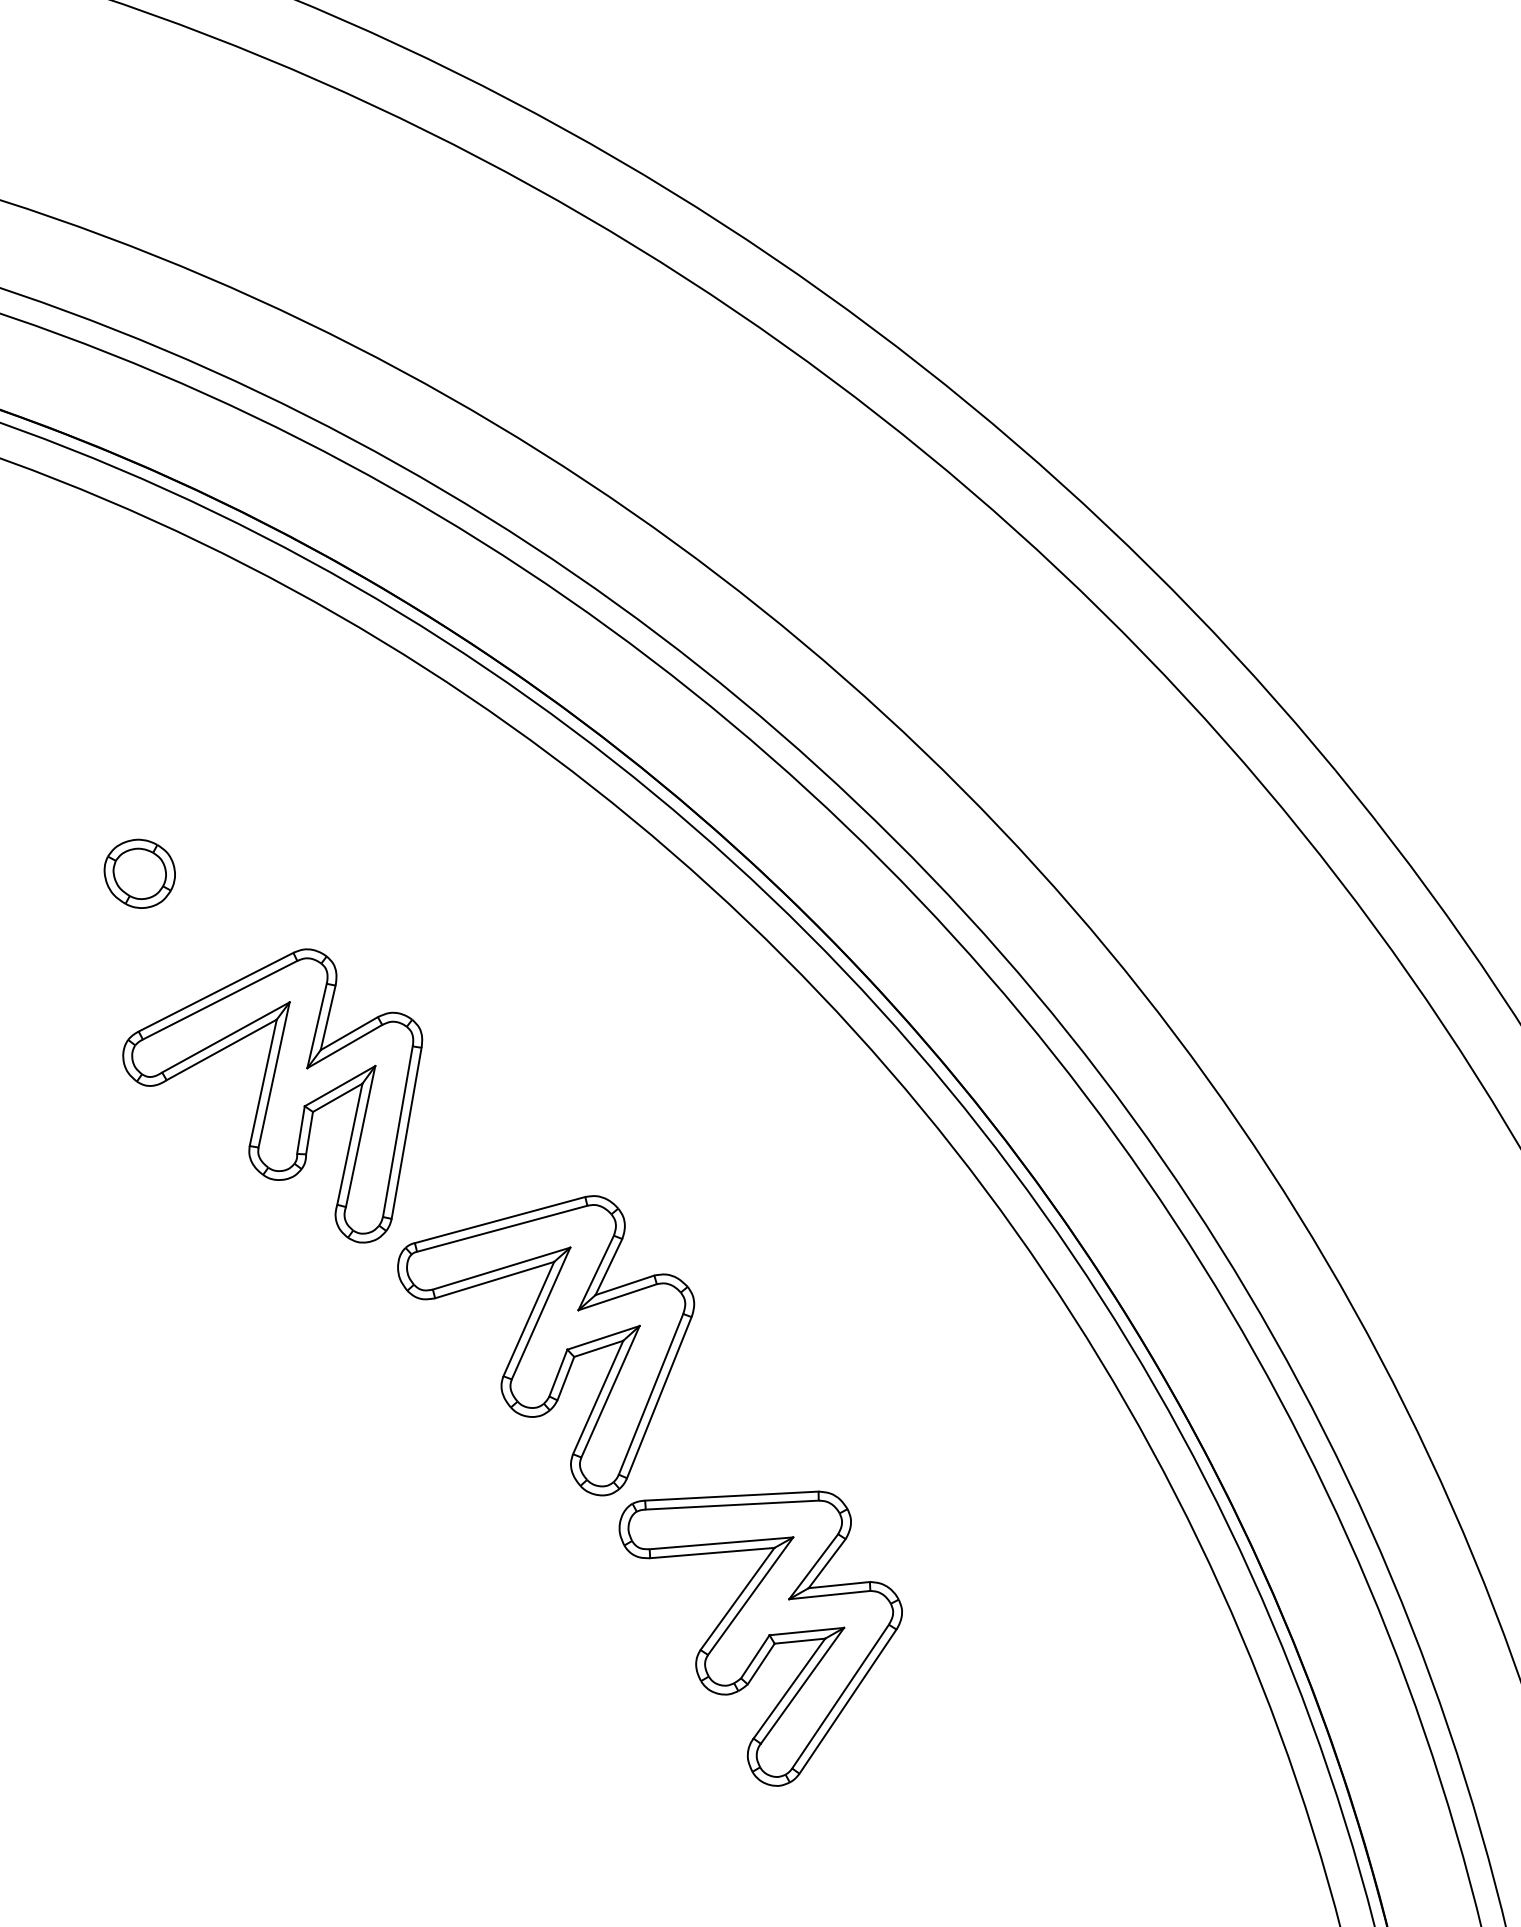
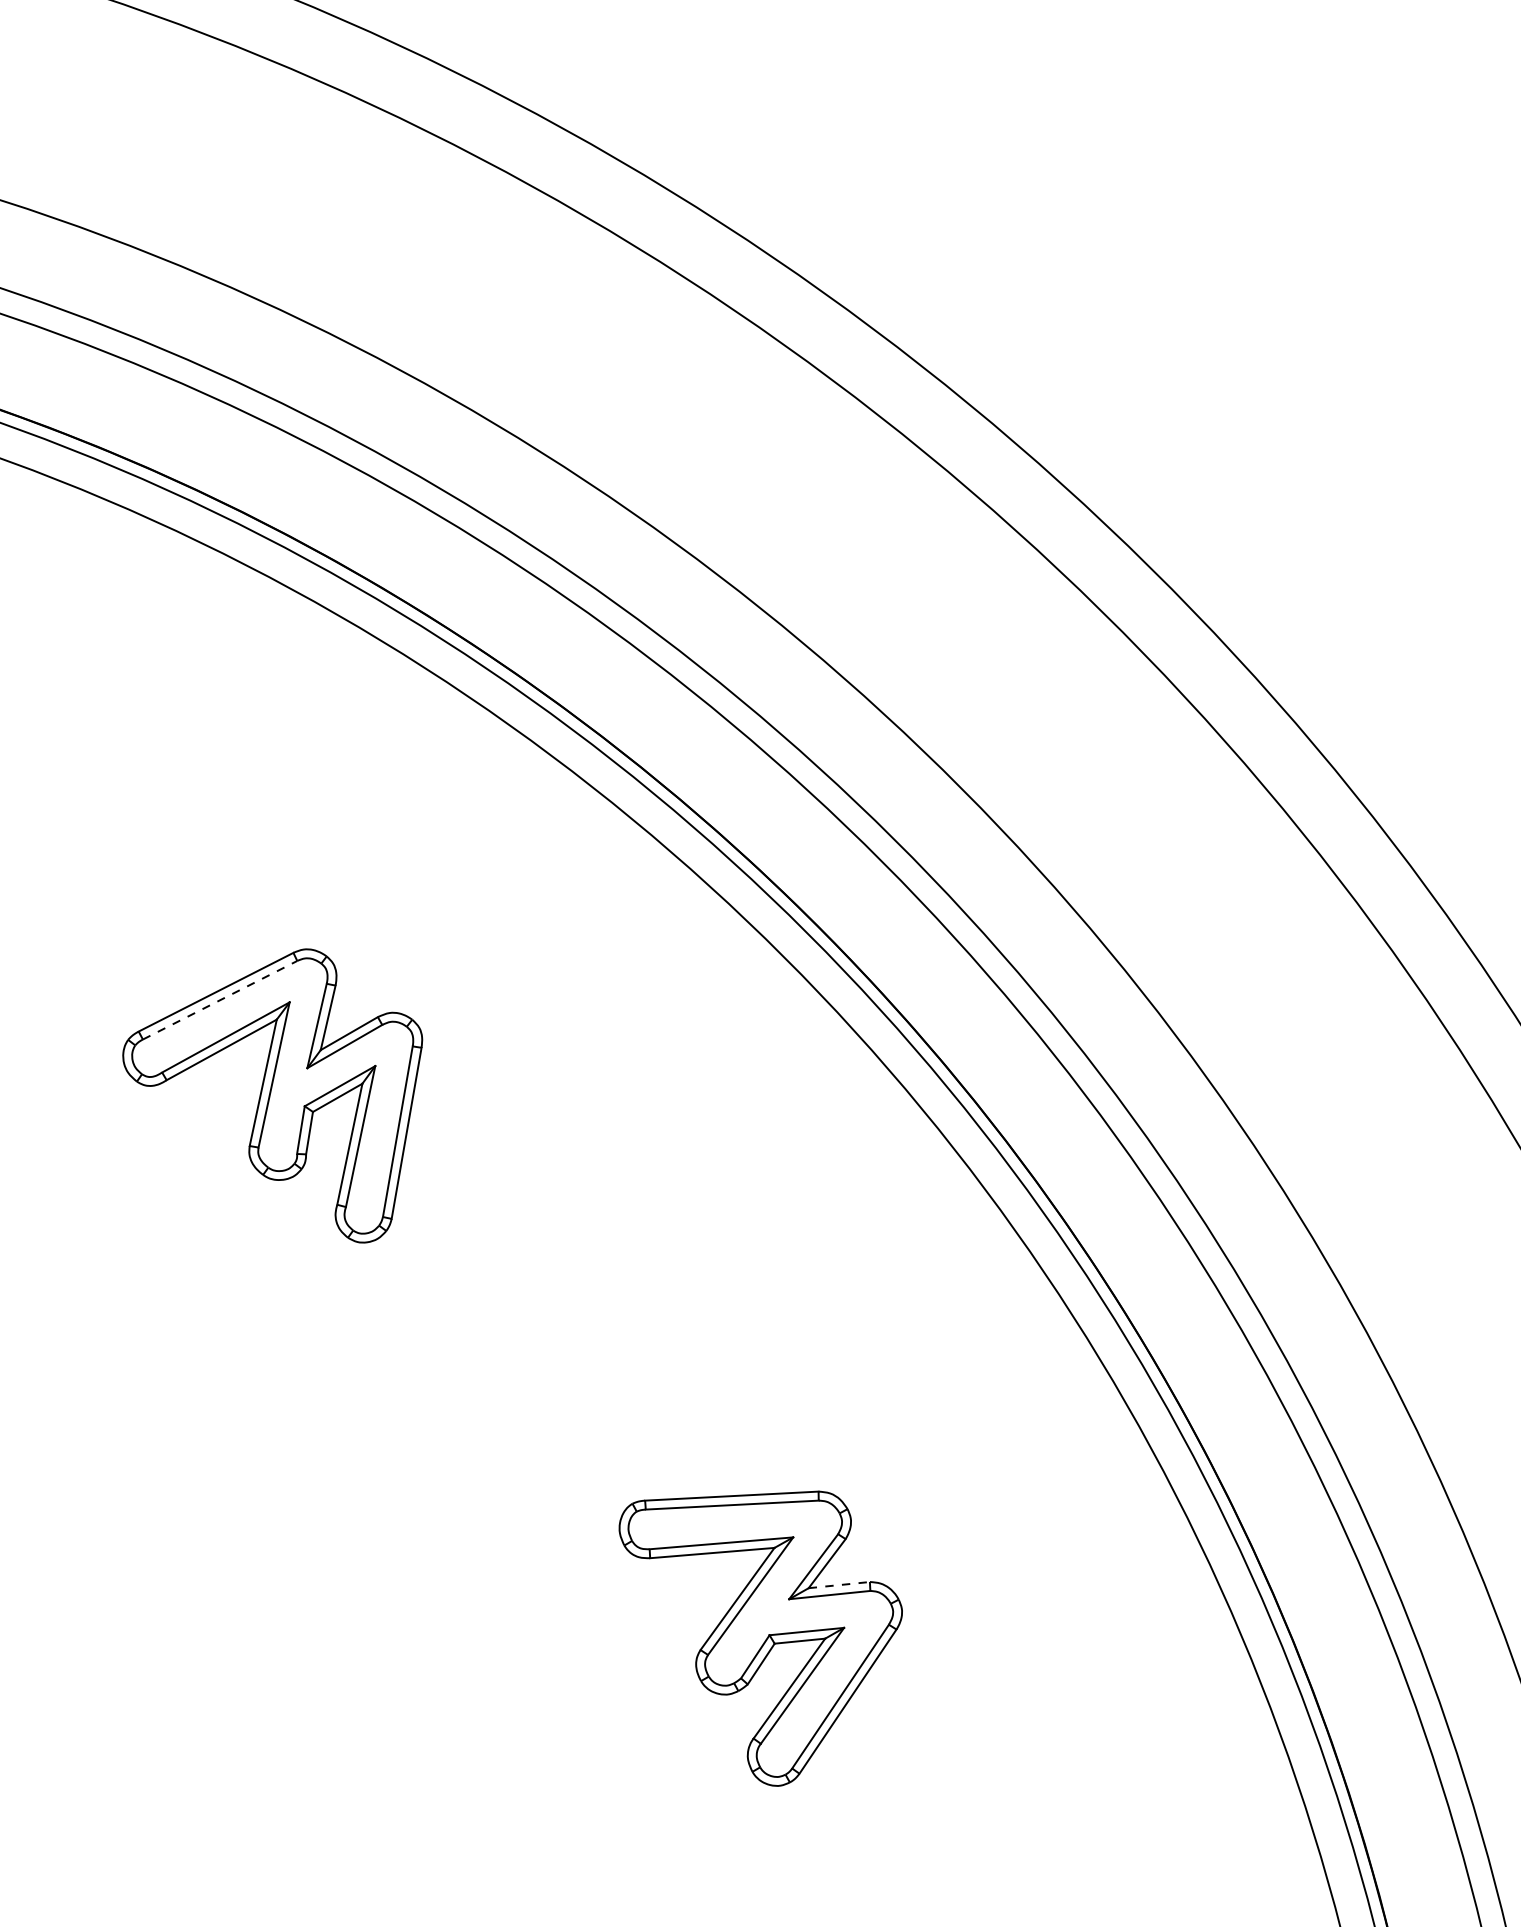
part at (139, 873): present -> none
line at (220, 1000): solid -> dashed
part at (546, 1345): present -> none
line at (839, 1585): solid -> dashed
